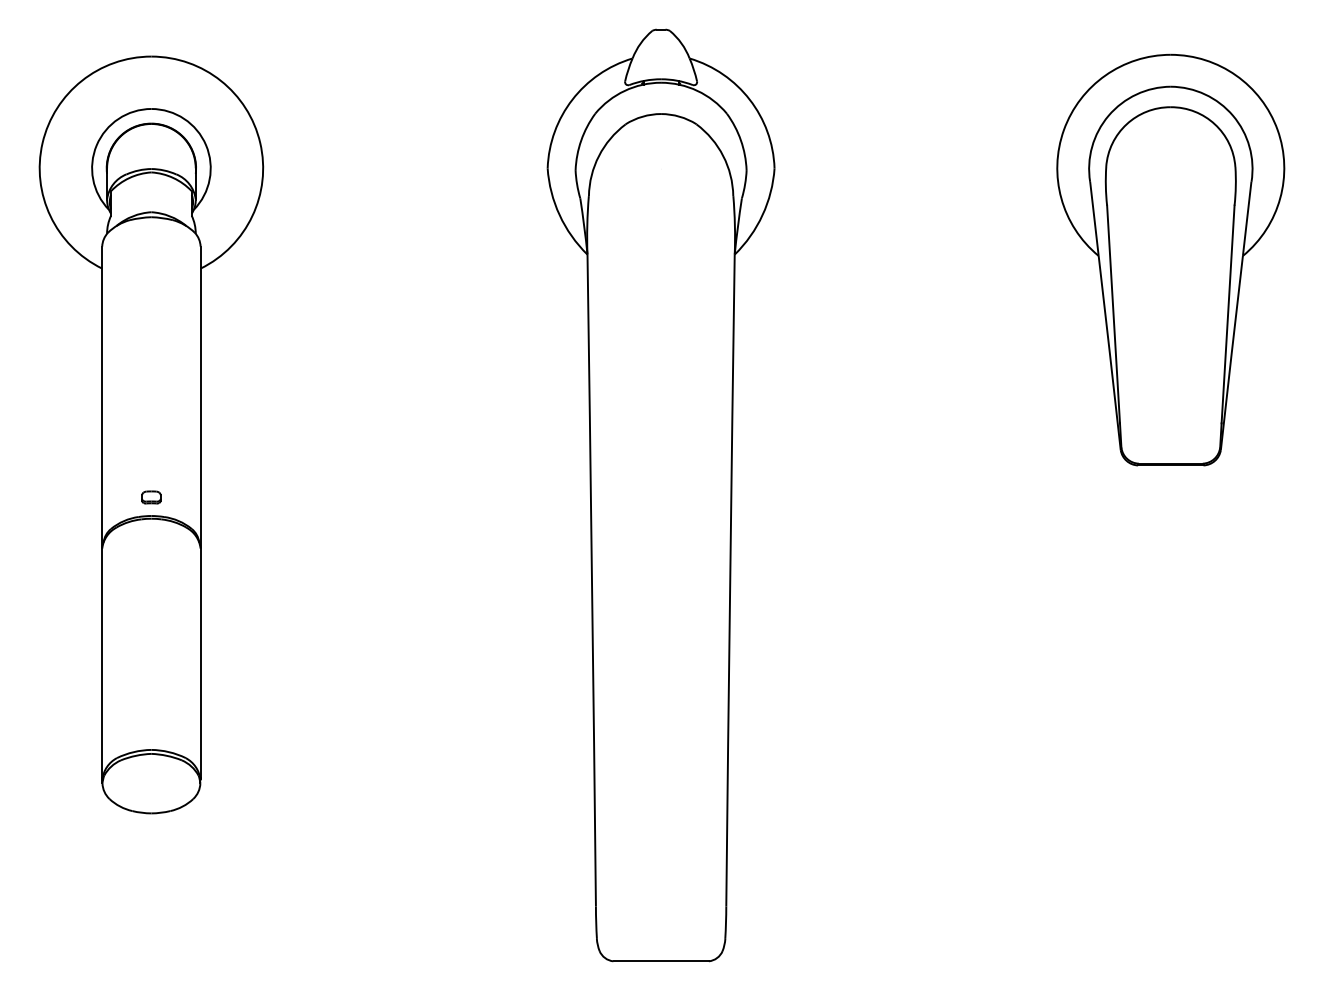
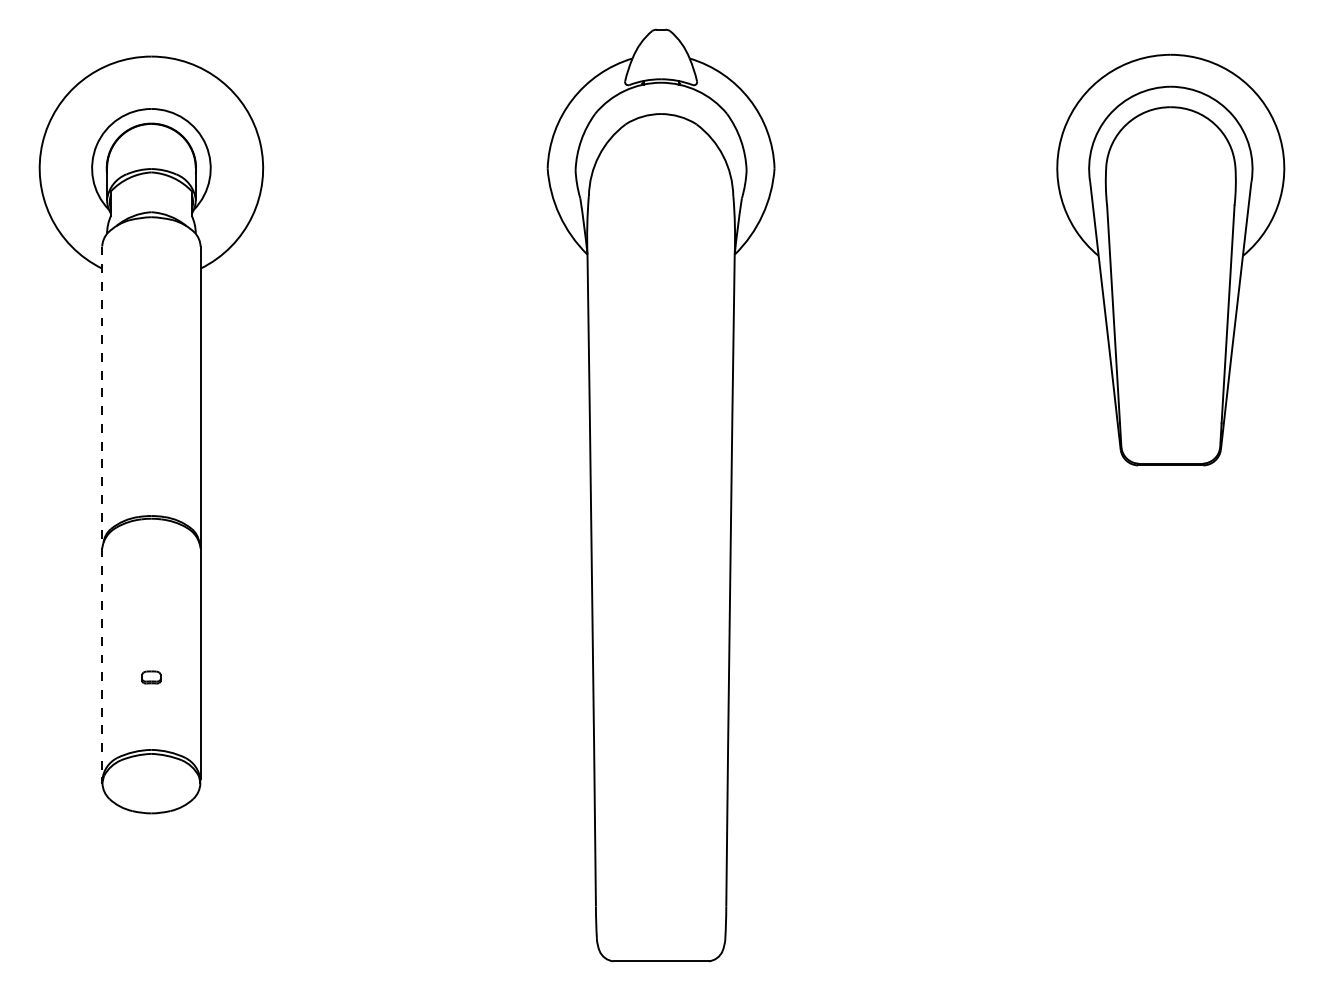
part at (151, 497) position: (151, 497) -> (151, 677)
line at (102, 512): solid -> dashed
